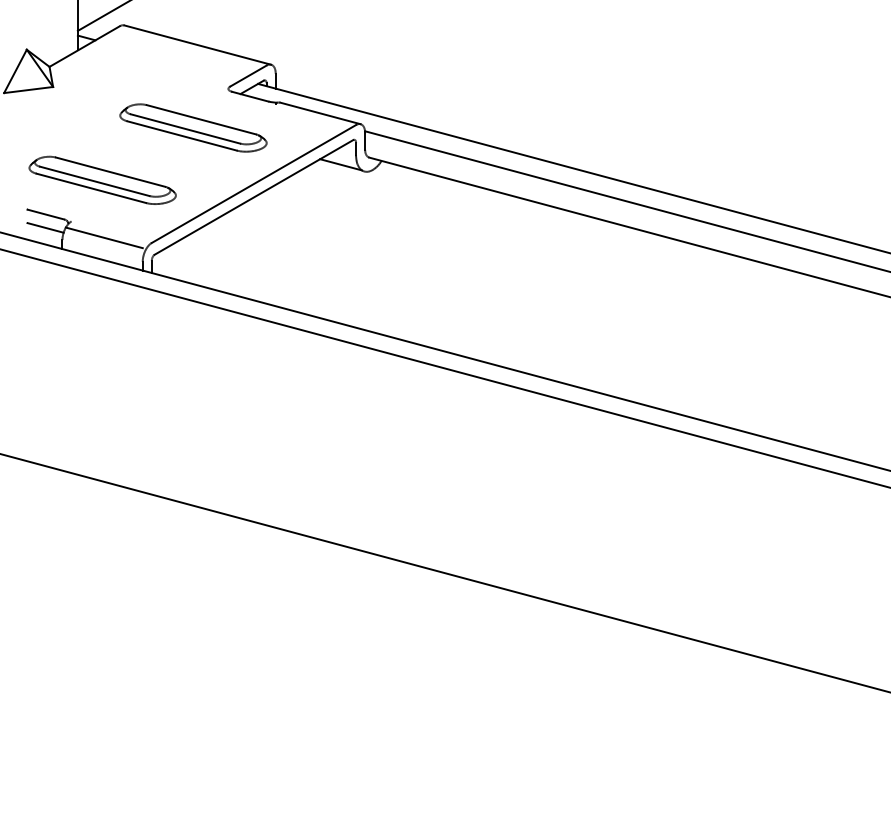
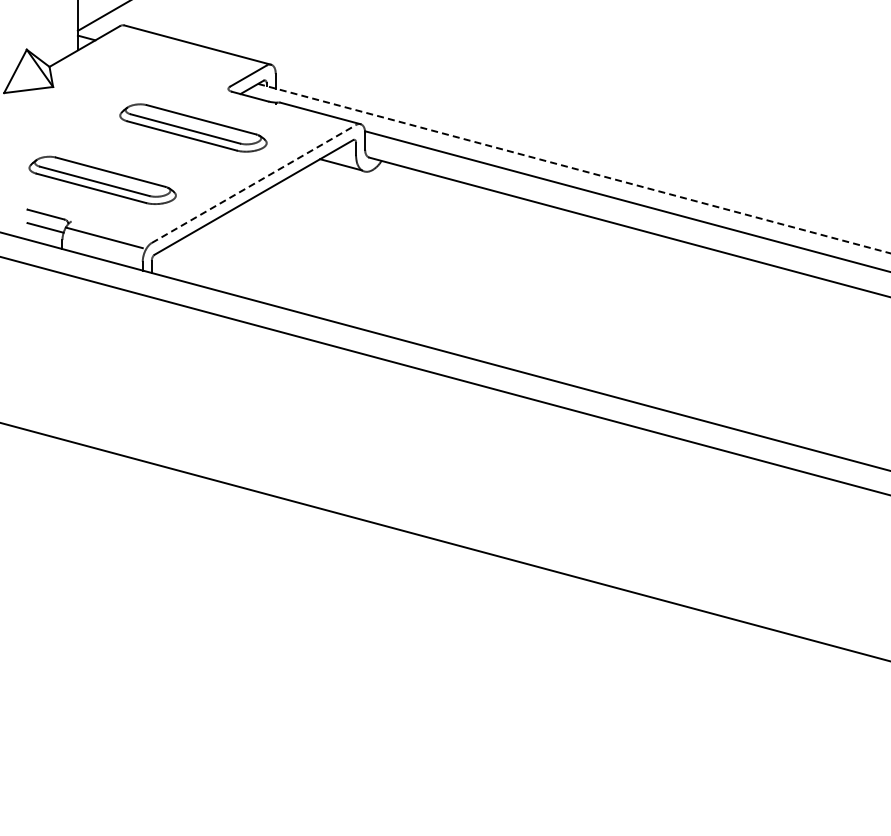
line at (574, 168): solid -> dashed
line at (253, 184): solid -> dashed
line at (444, 368) position: (444, 368) -> (444, 375)
line at (444, 572) position: (444, 572) -> (444, 541)
